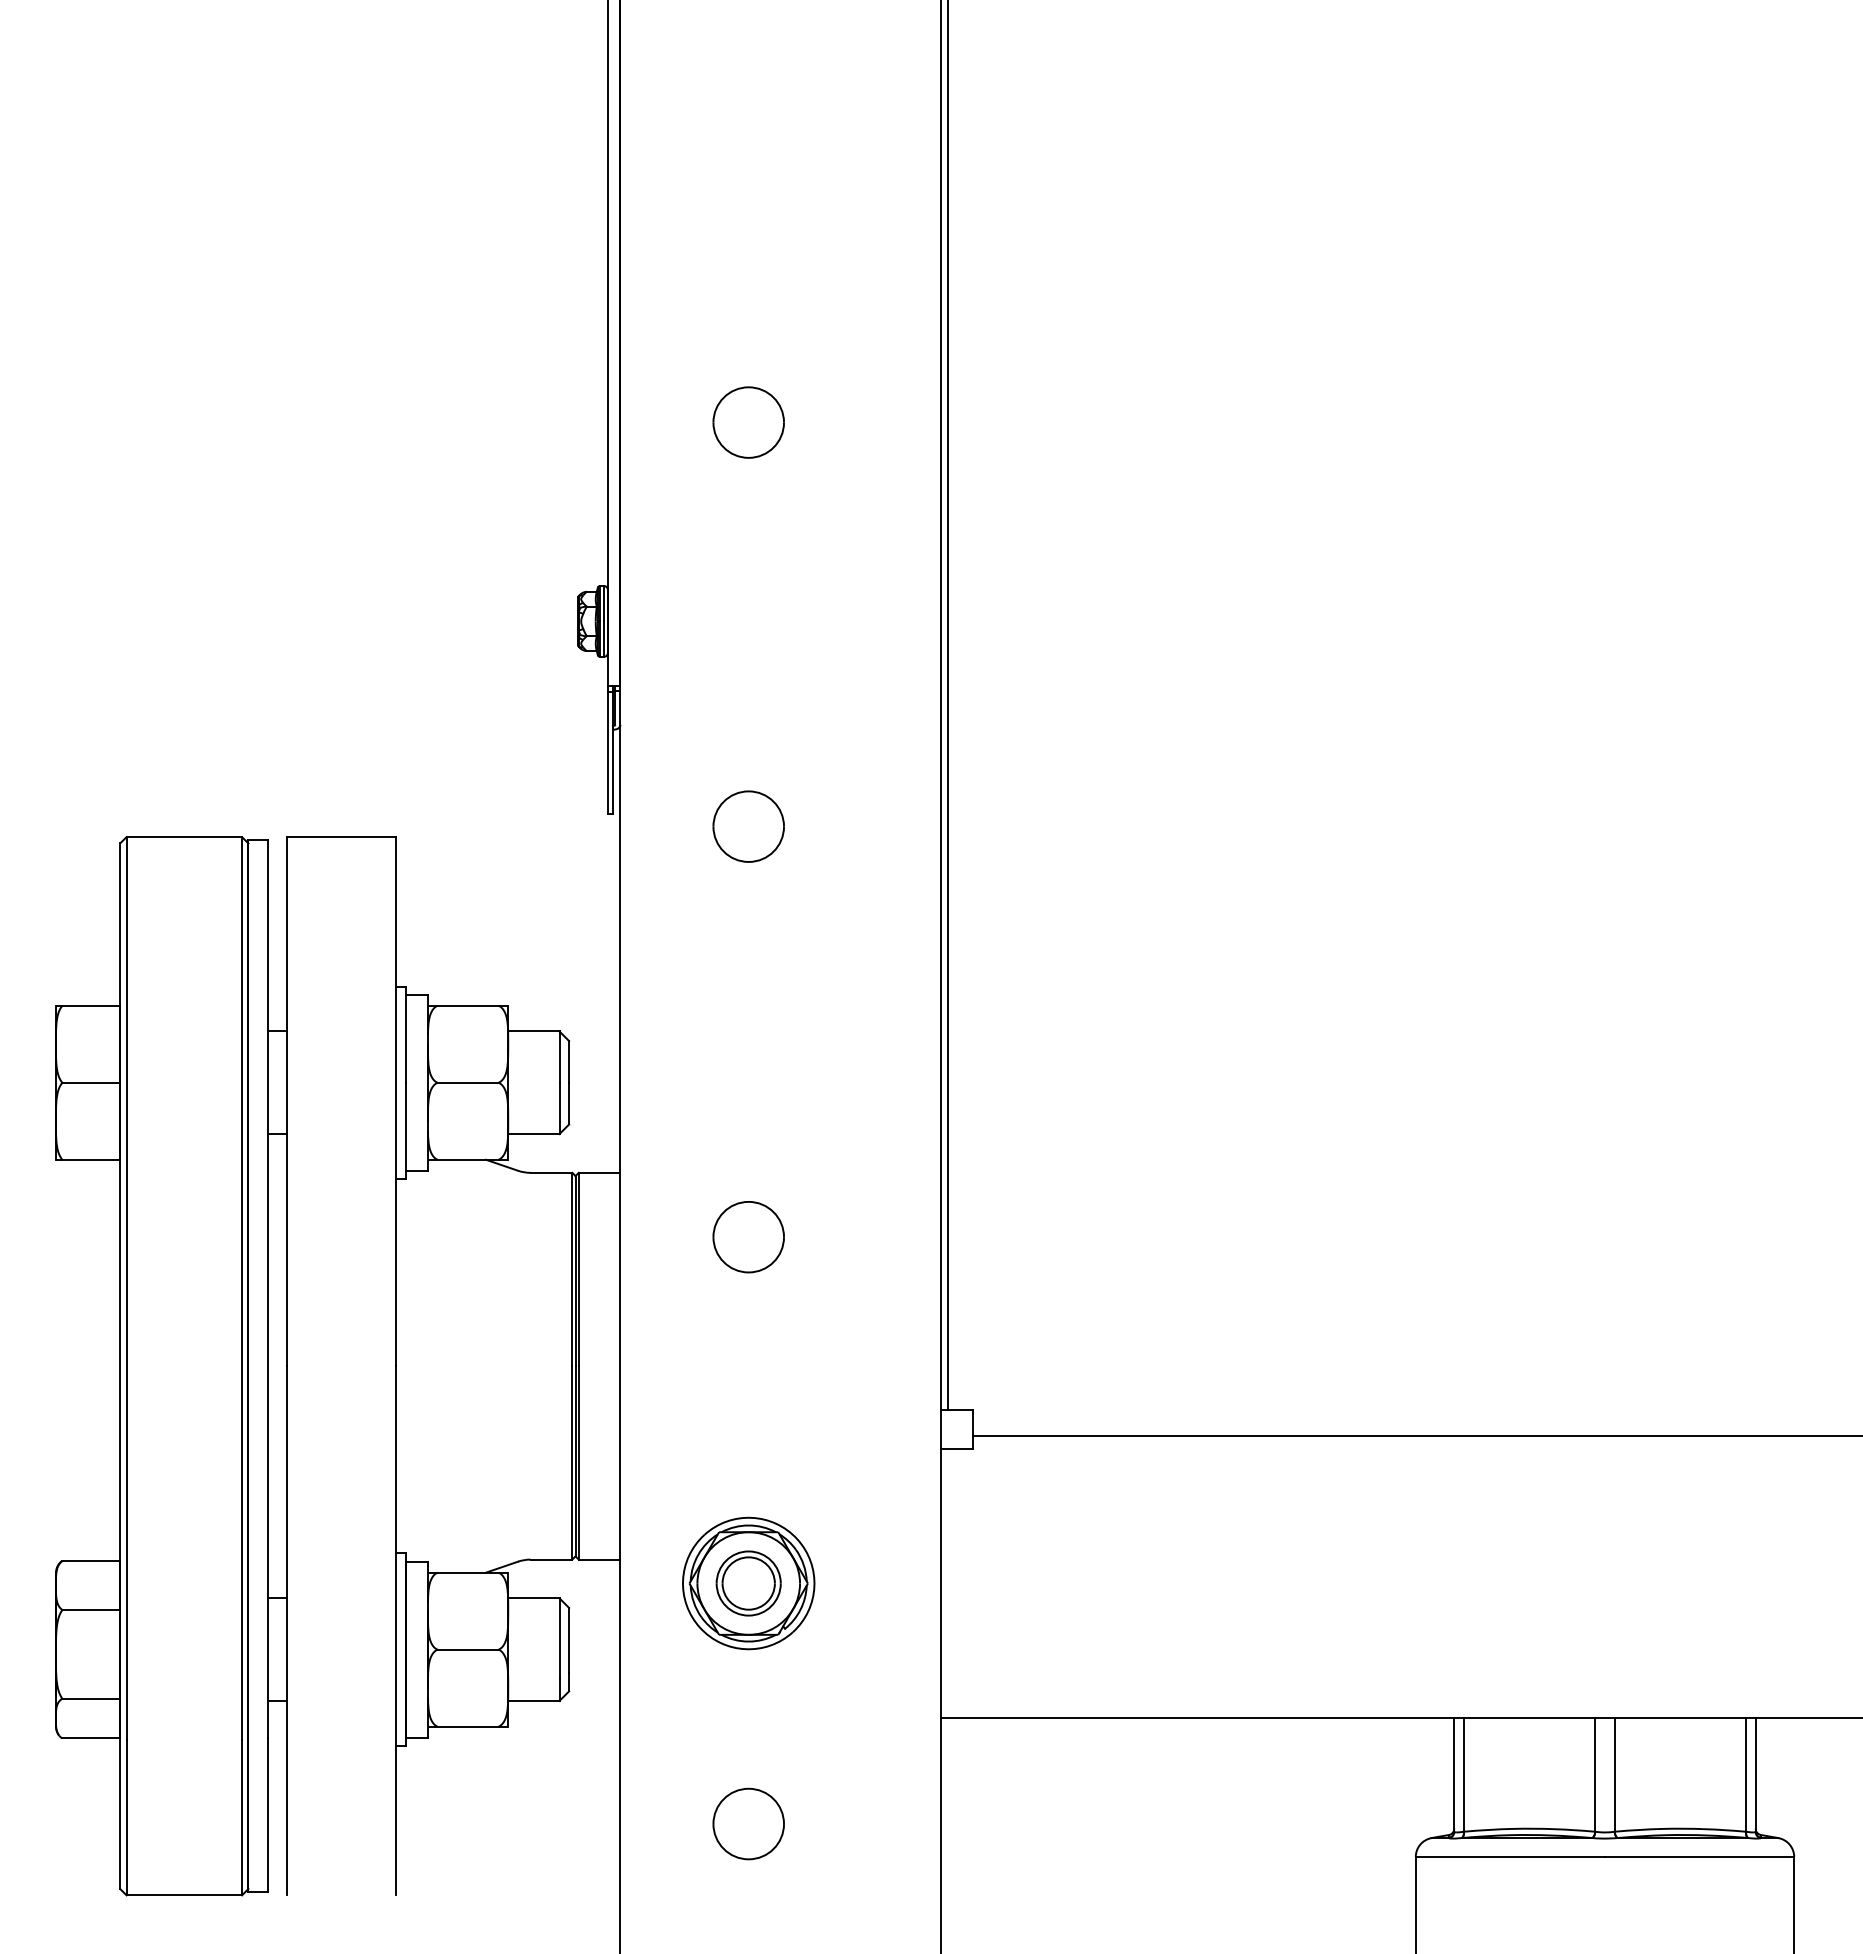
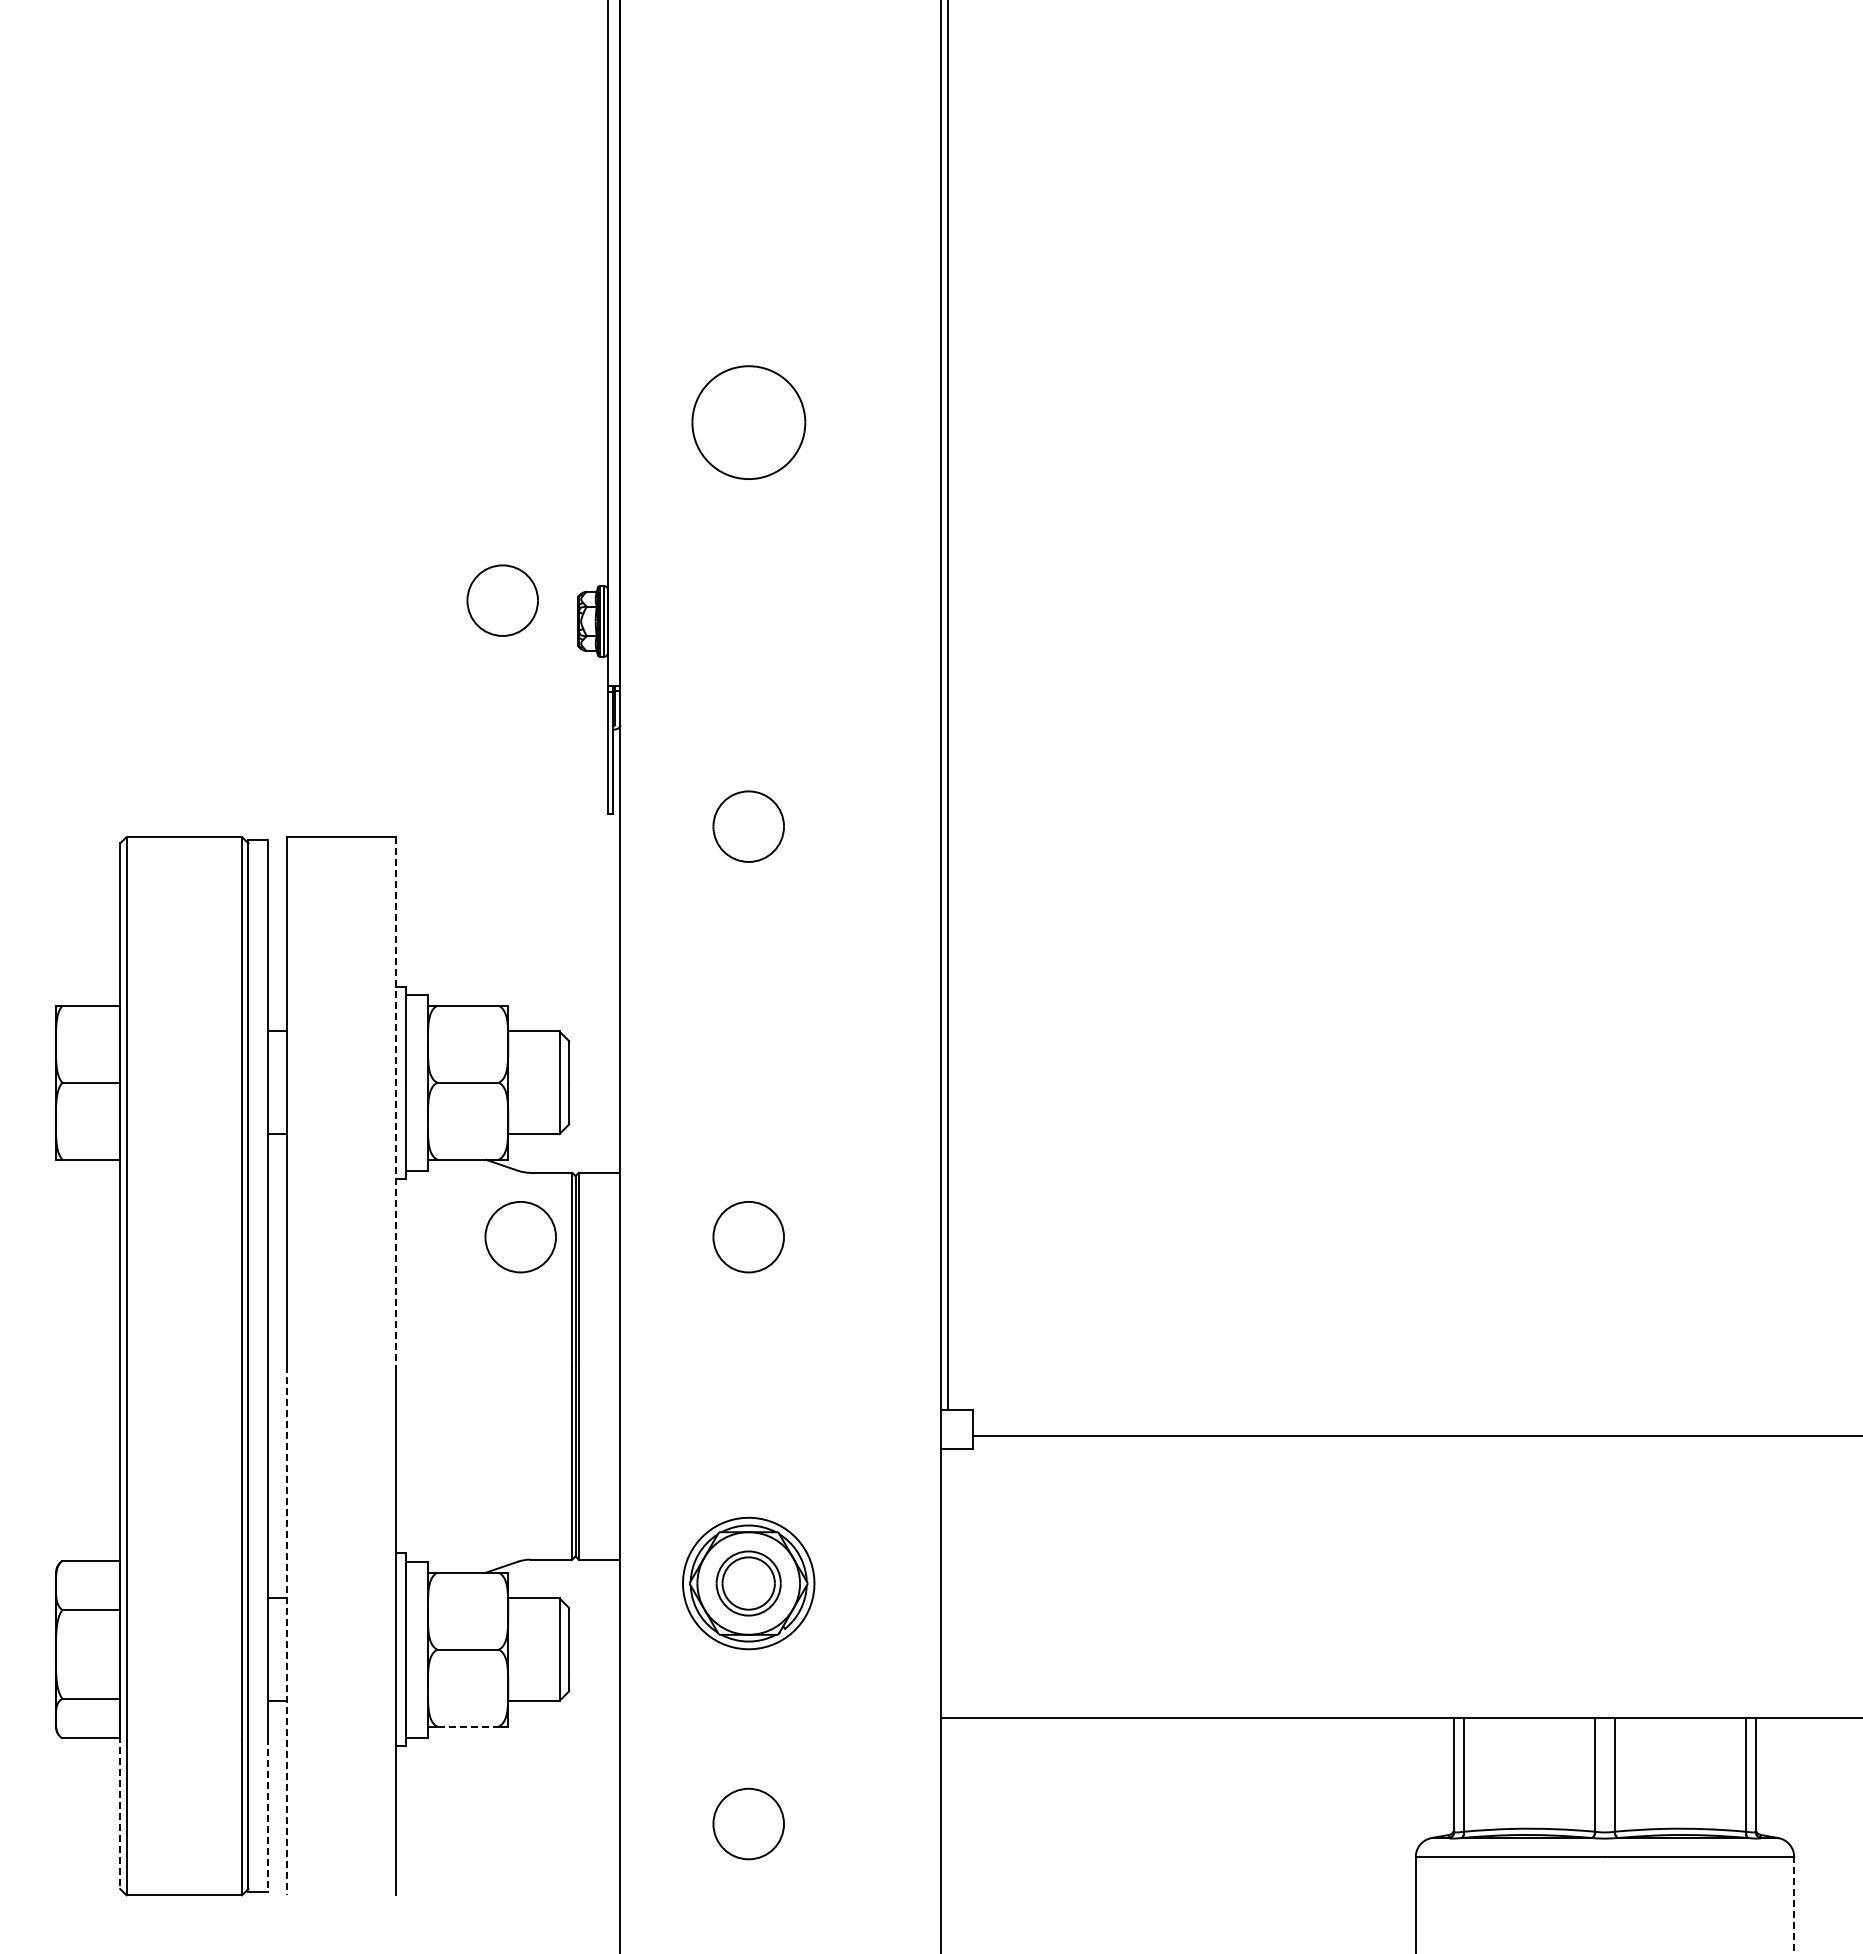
part at (748, 422) size: 73x73 px -> 116x115 px
part at (502, 600): none -> present
line at (395, 1101): solid -> dashed
part at (520, 1237): none -> present
line at (286, 1630): solid -> dashed
line at (468, 1726): solid -> dashed
line at (120, 1812): solid -> dashed
line at (267, 1815): solid -> dashed
line at (1794, 1904): solid -> dashed
